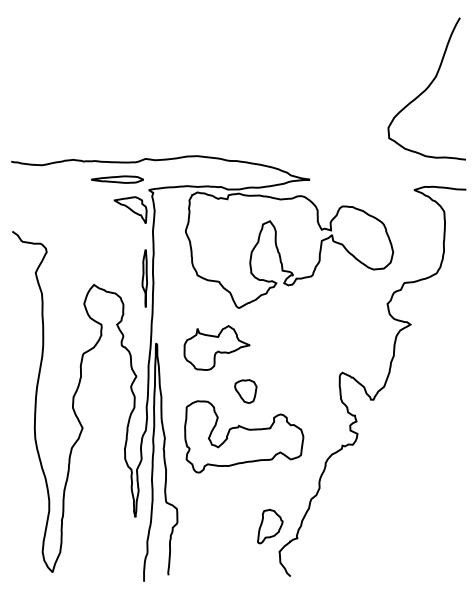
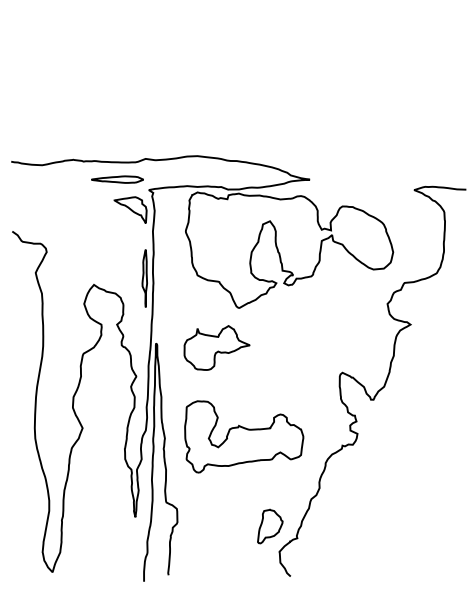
curve at (426, 88): present -> none
part at (245, 391): present -> none
